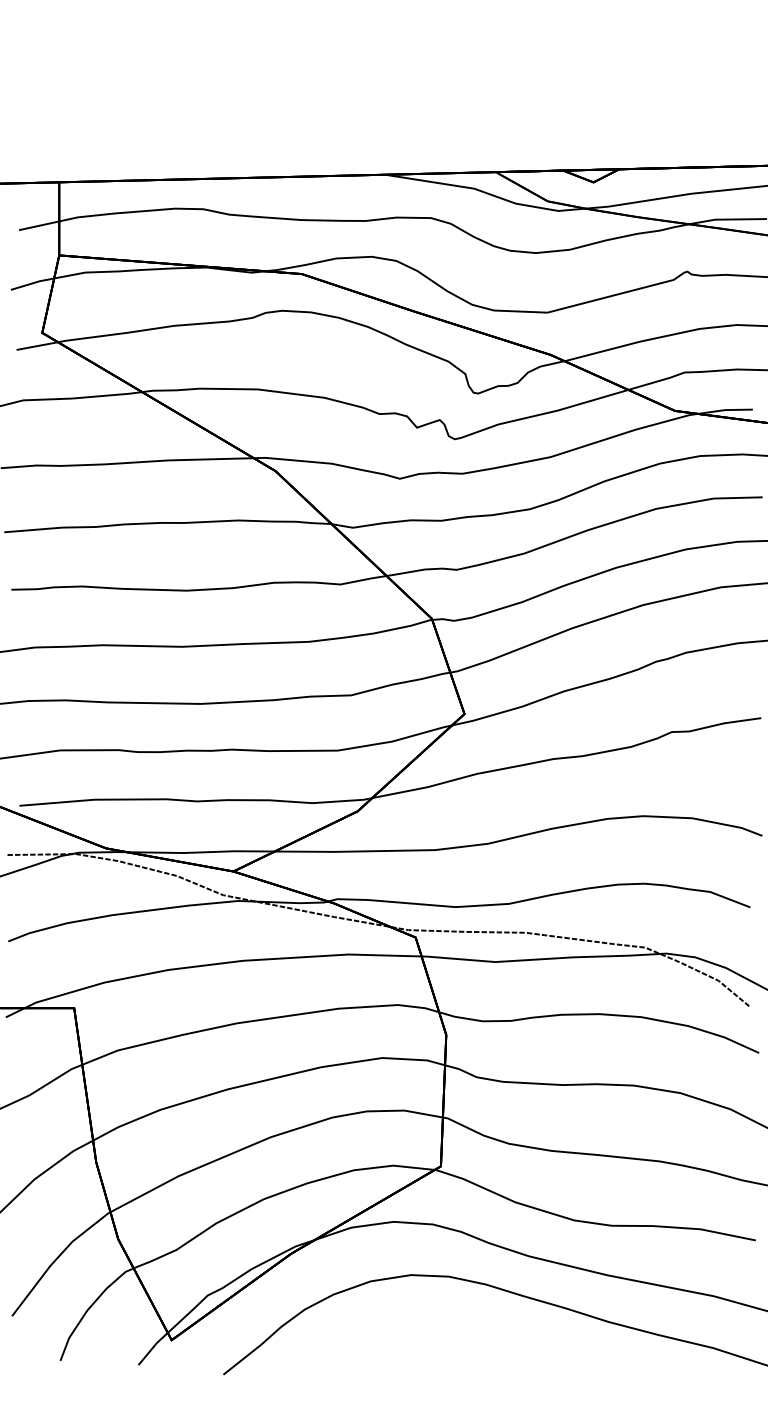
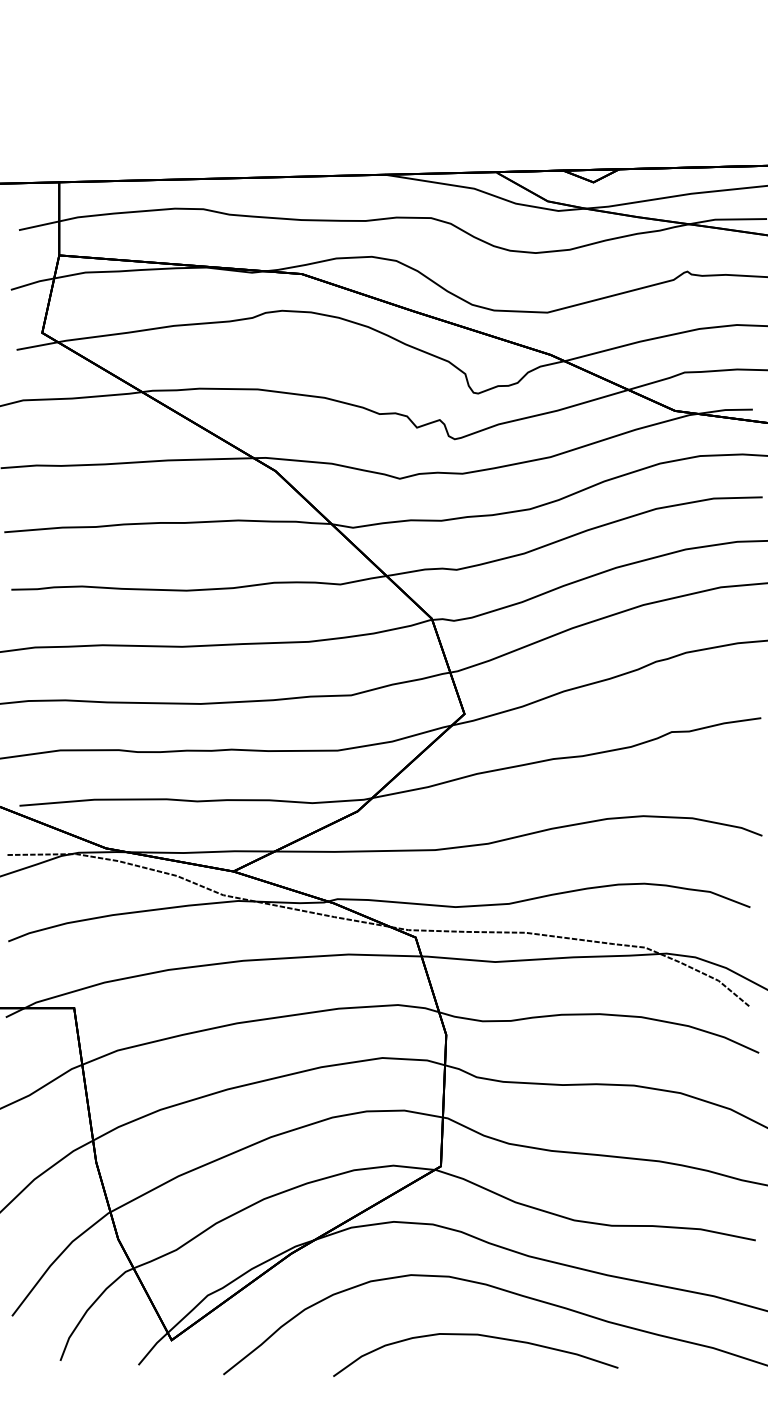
curve at (481, 1336): none -> present
